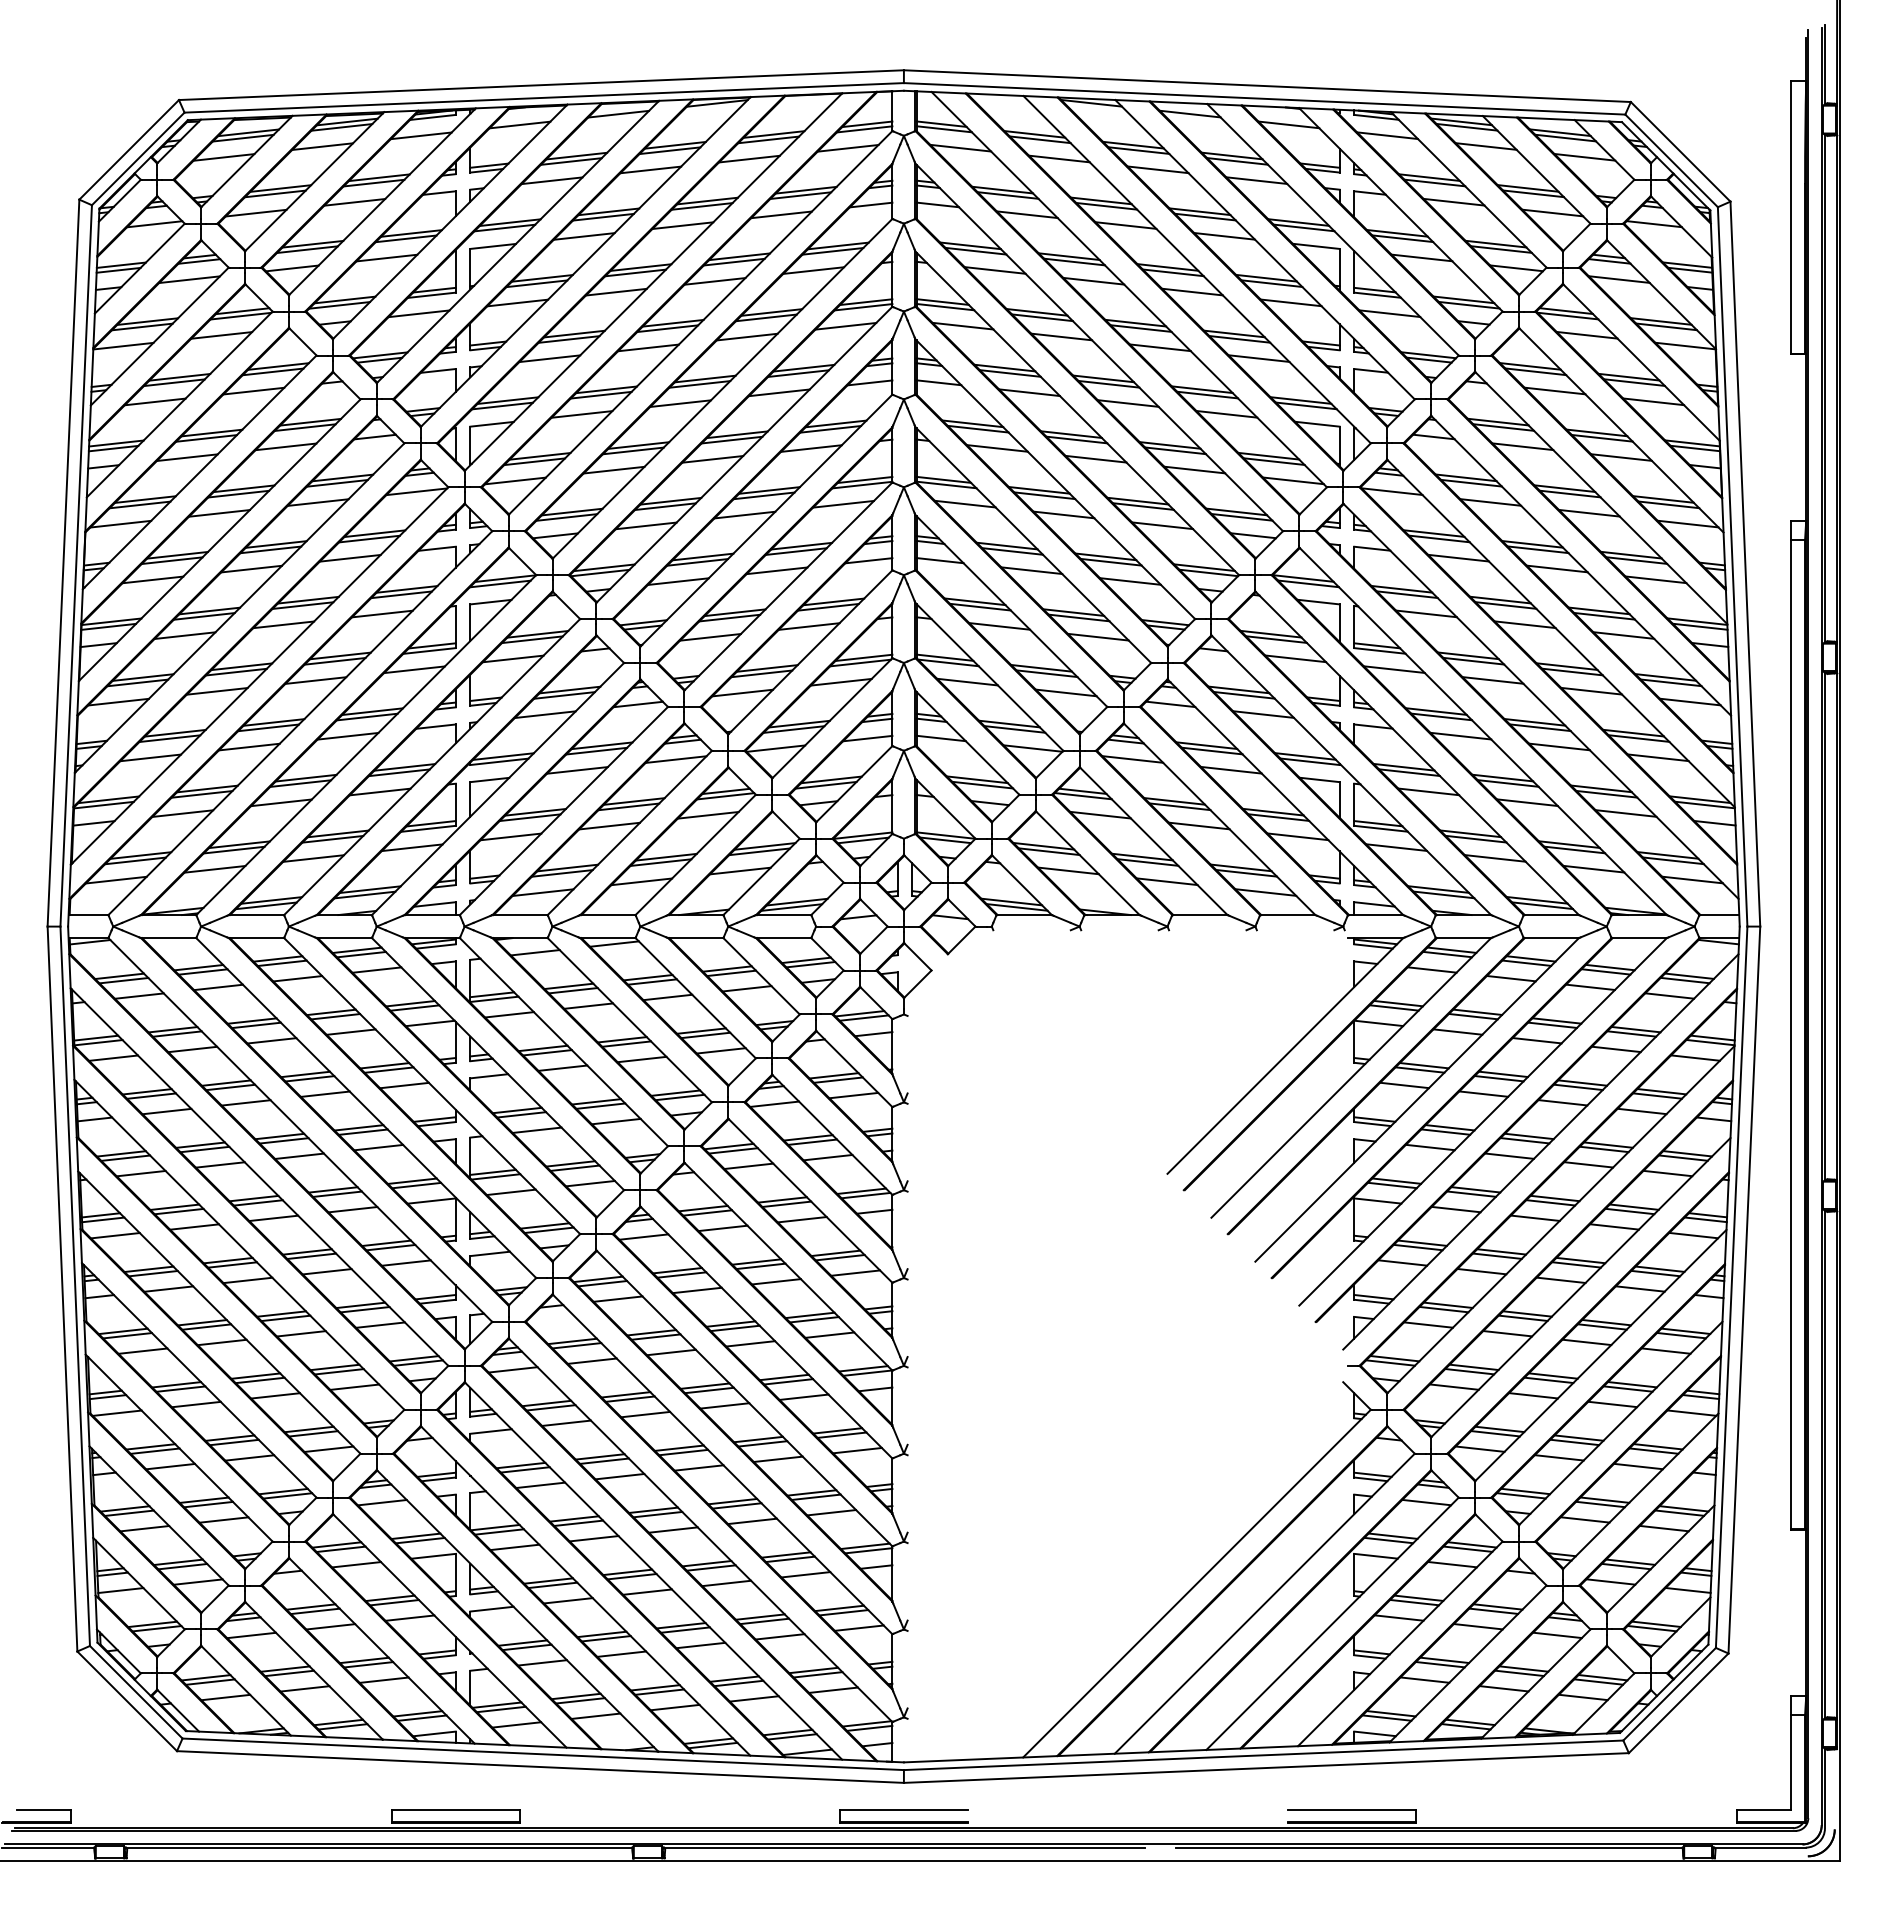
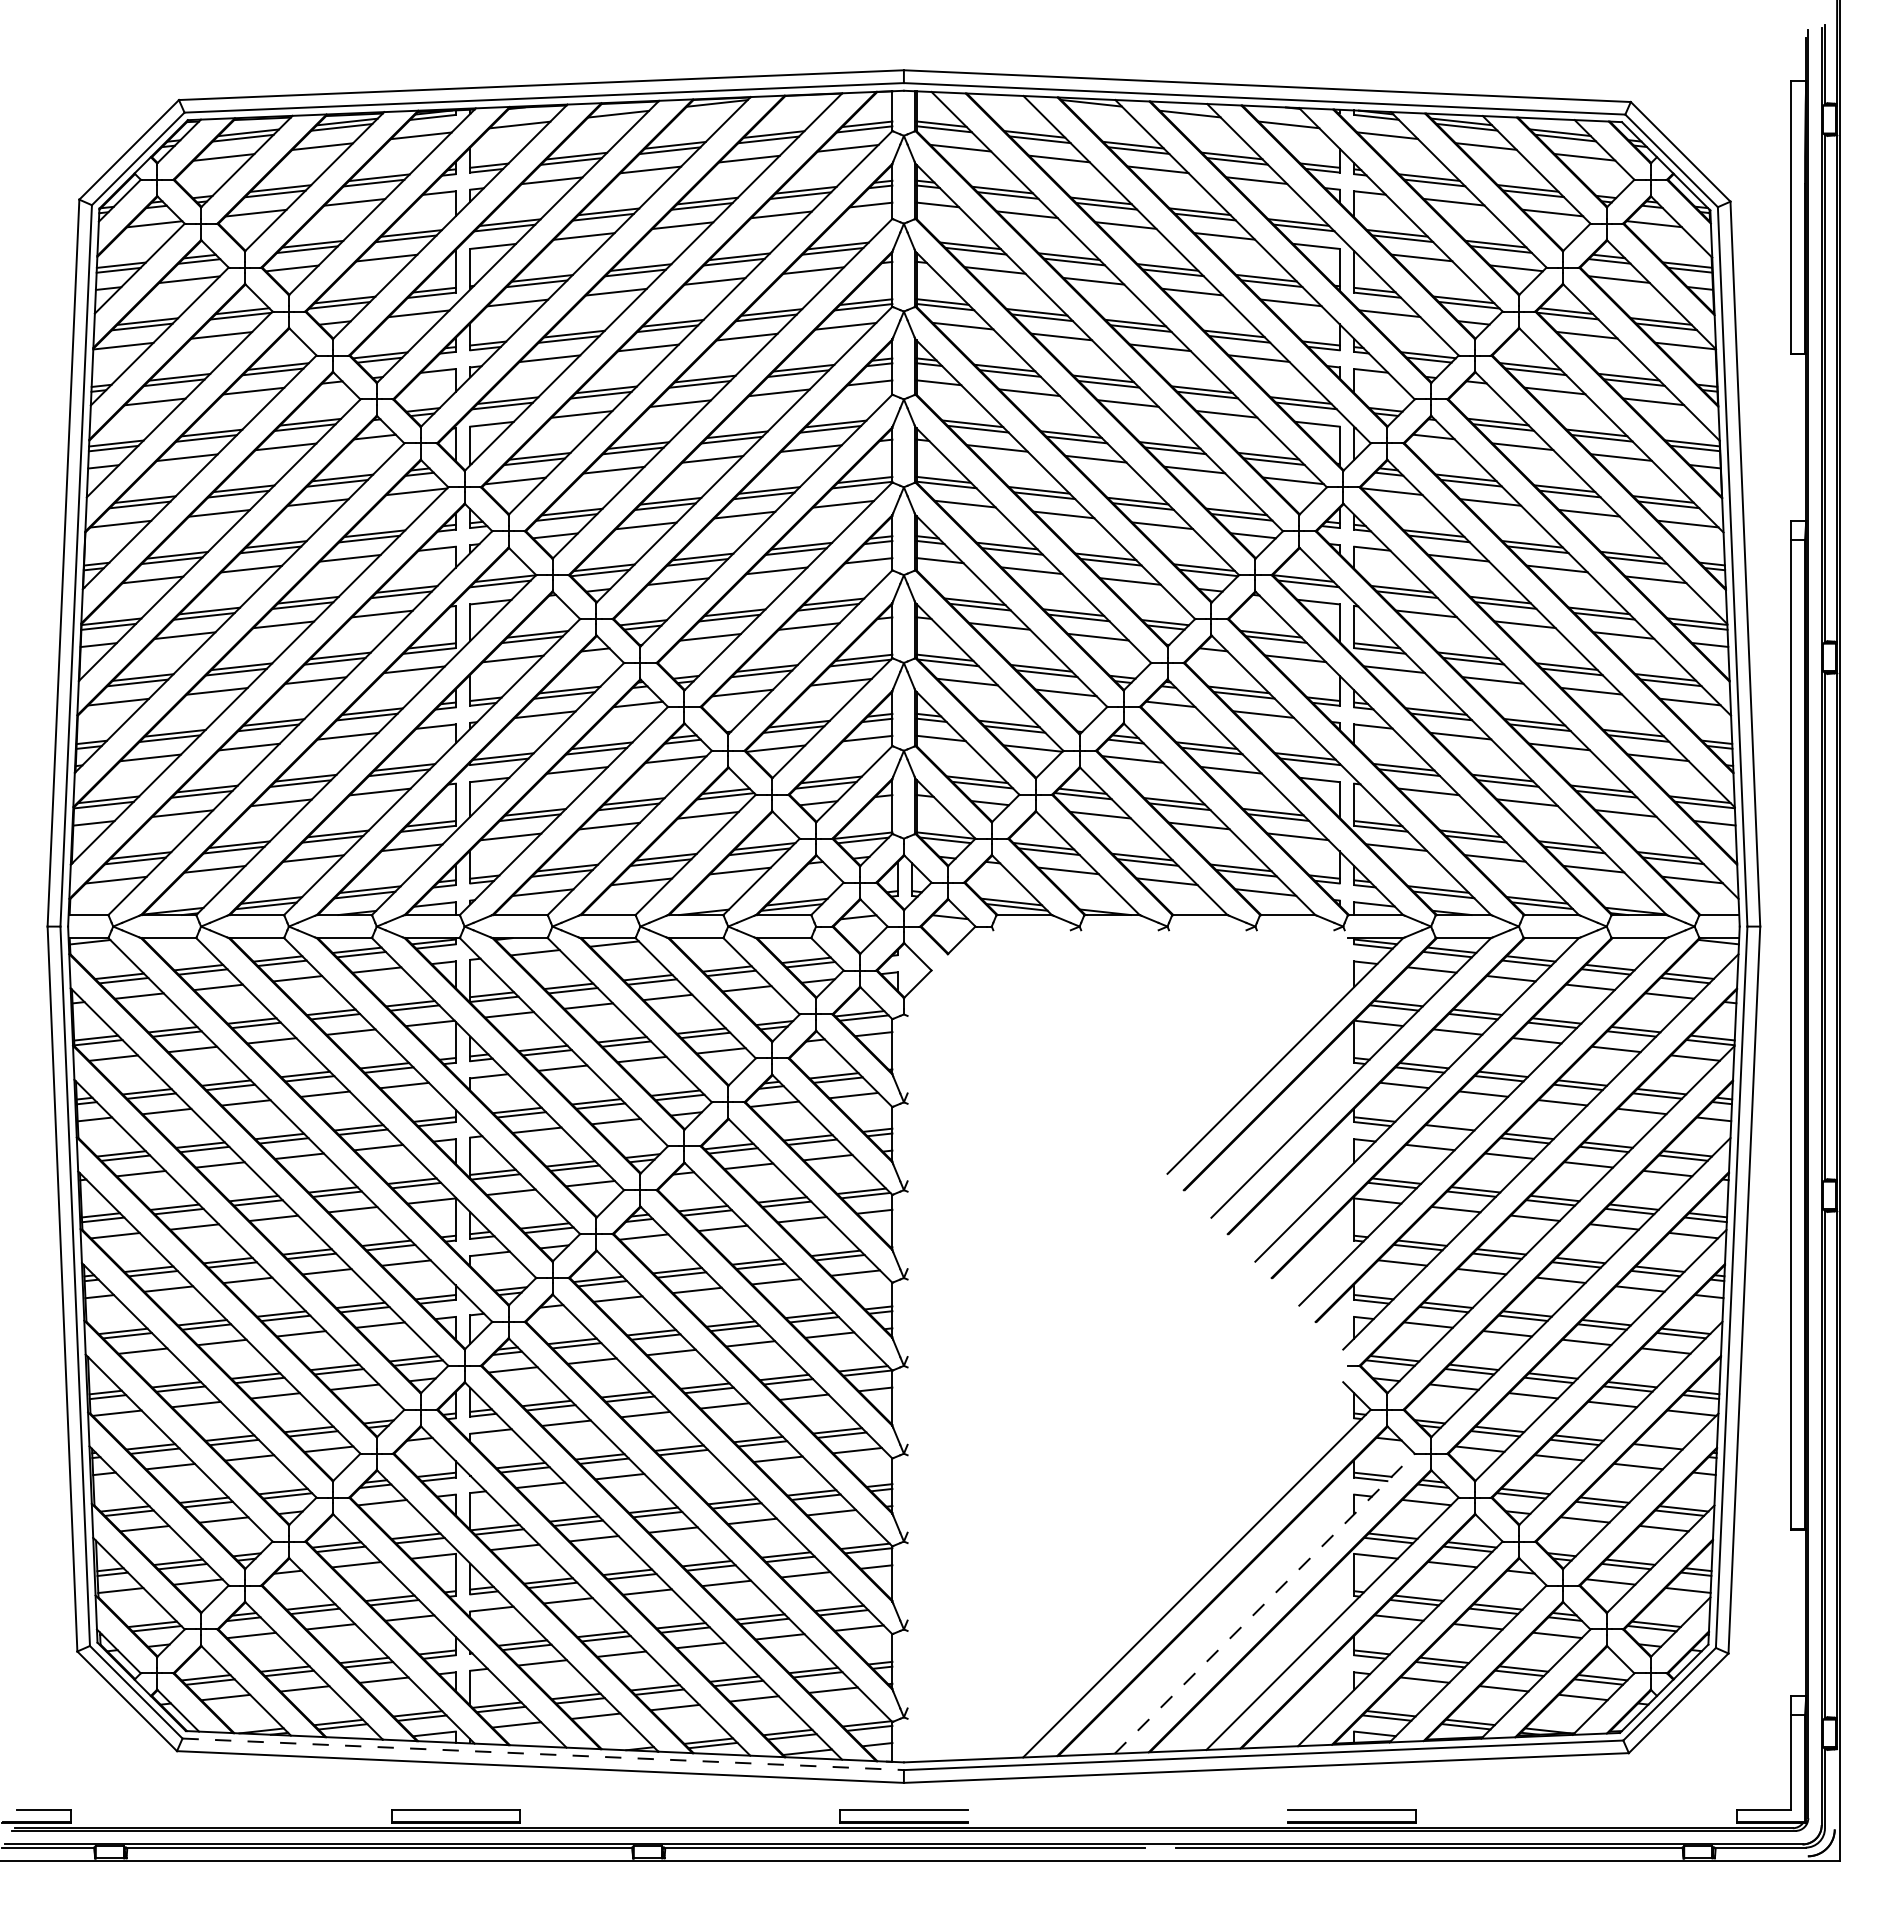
line at (1445, 1131): present -> none
line at (1653, 1450): present -> none
line at (698, 1467): present -> none
line at (1265, 1603): solid -> dashed
line at (543, 1754): solid -> dashed
